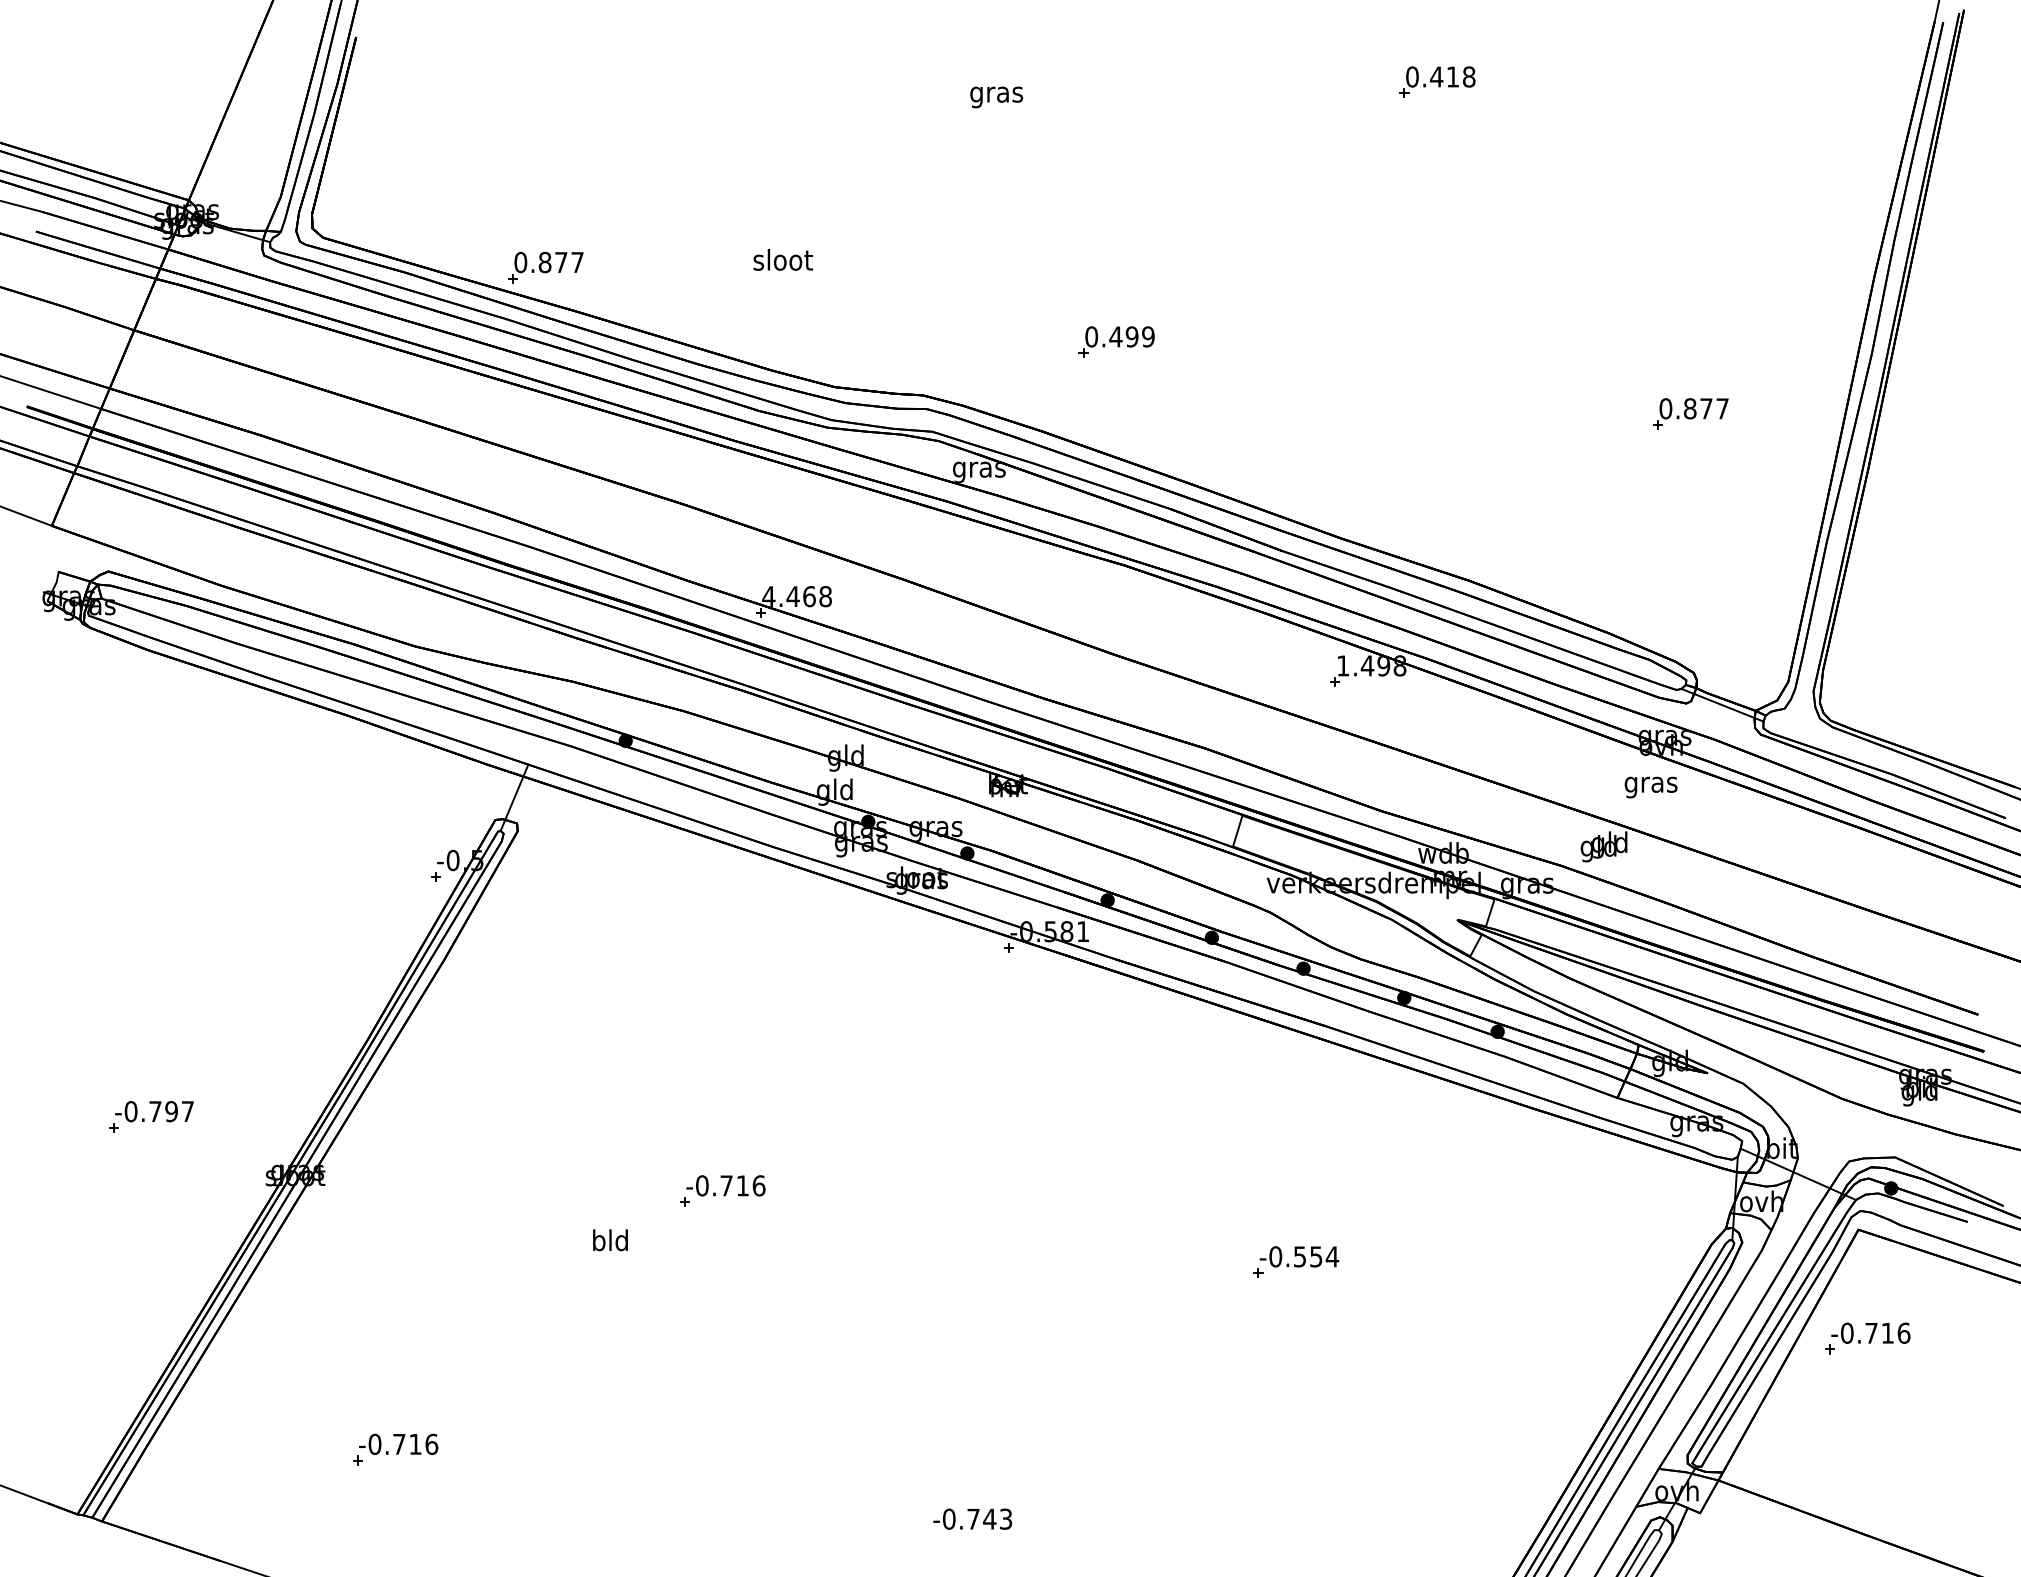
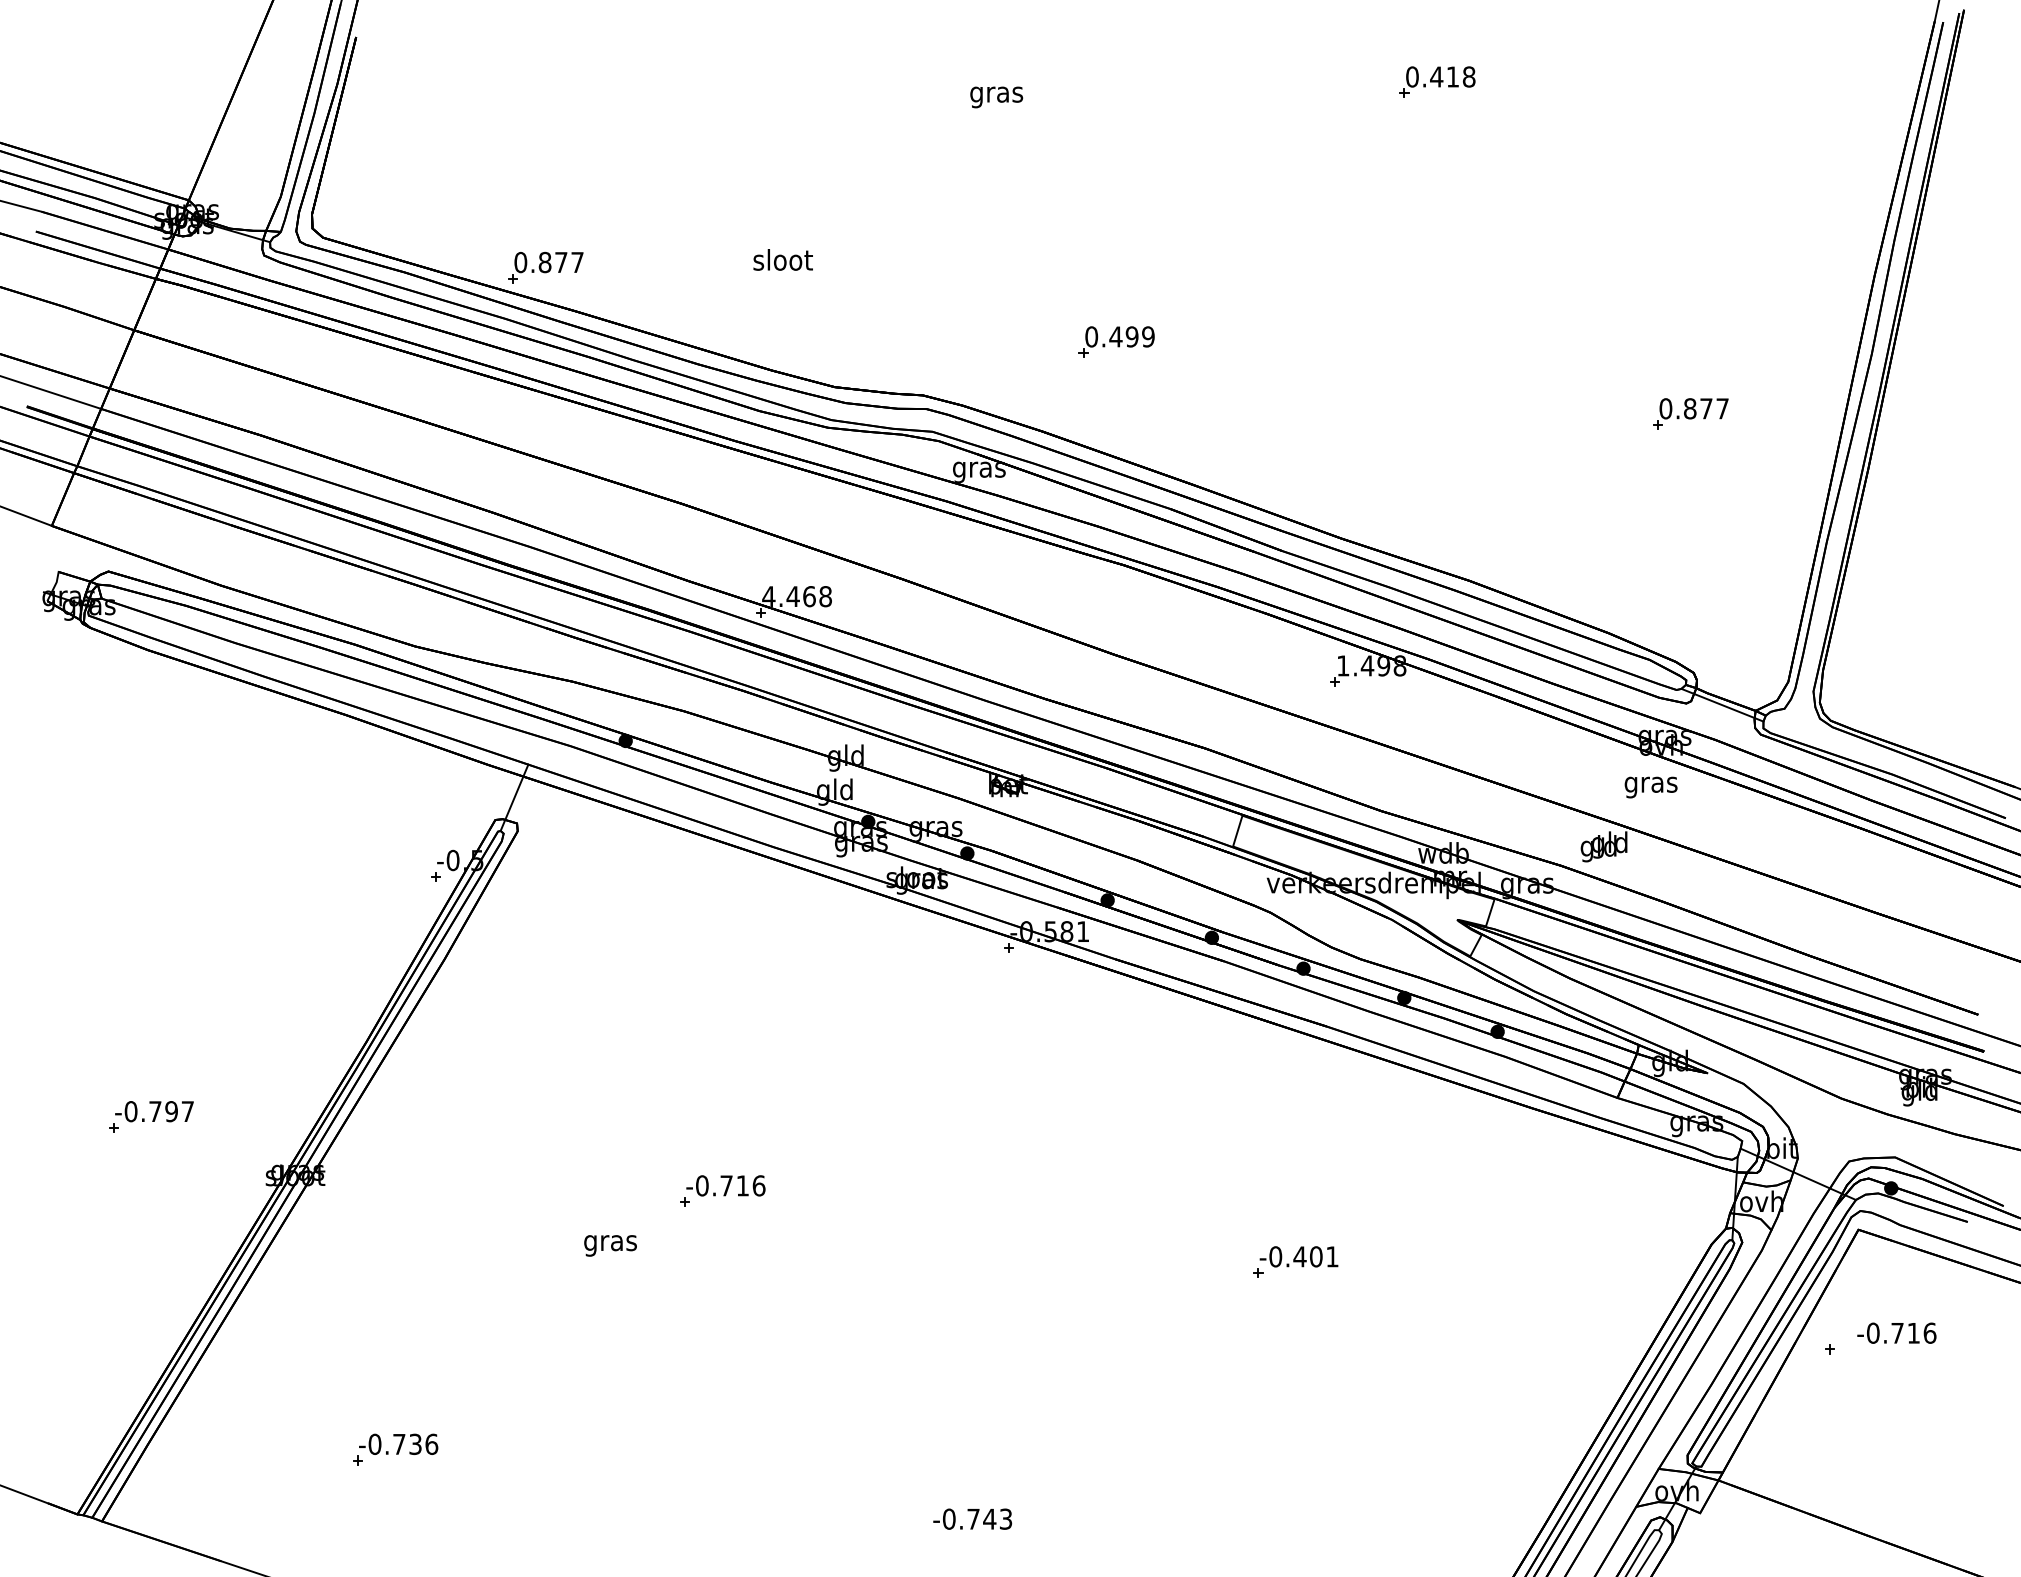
text at (610, 1242): bld -> gras
text at (1316, 1256): -0.554 -> -0.401
text at (1870, 1332) position: (1870, 1332) -> (1896, 1332)
text at (415, 1444): -0.716 -> -0.736
